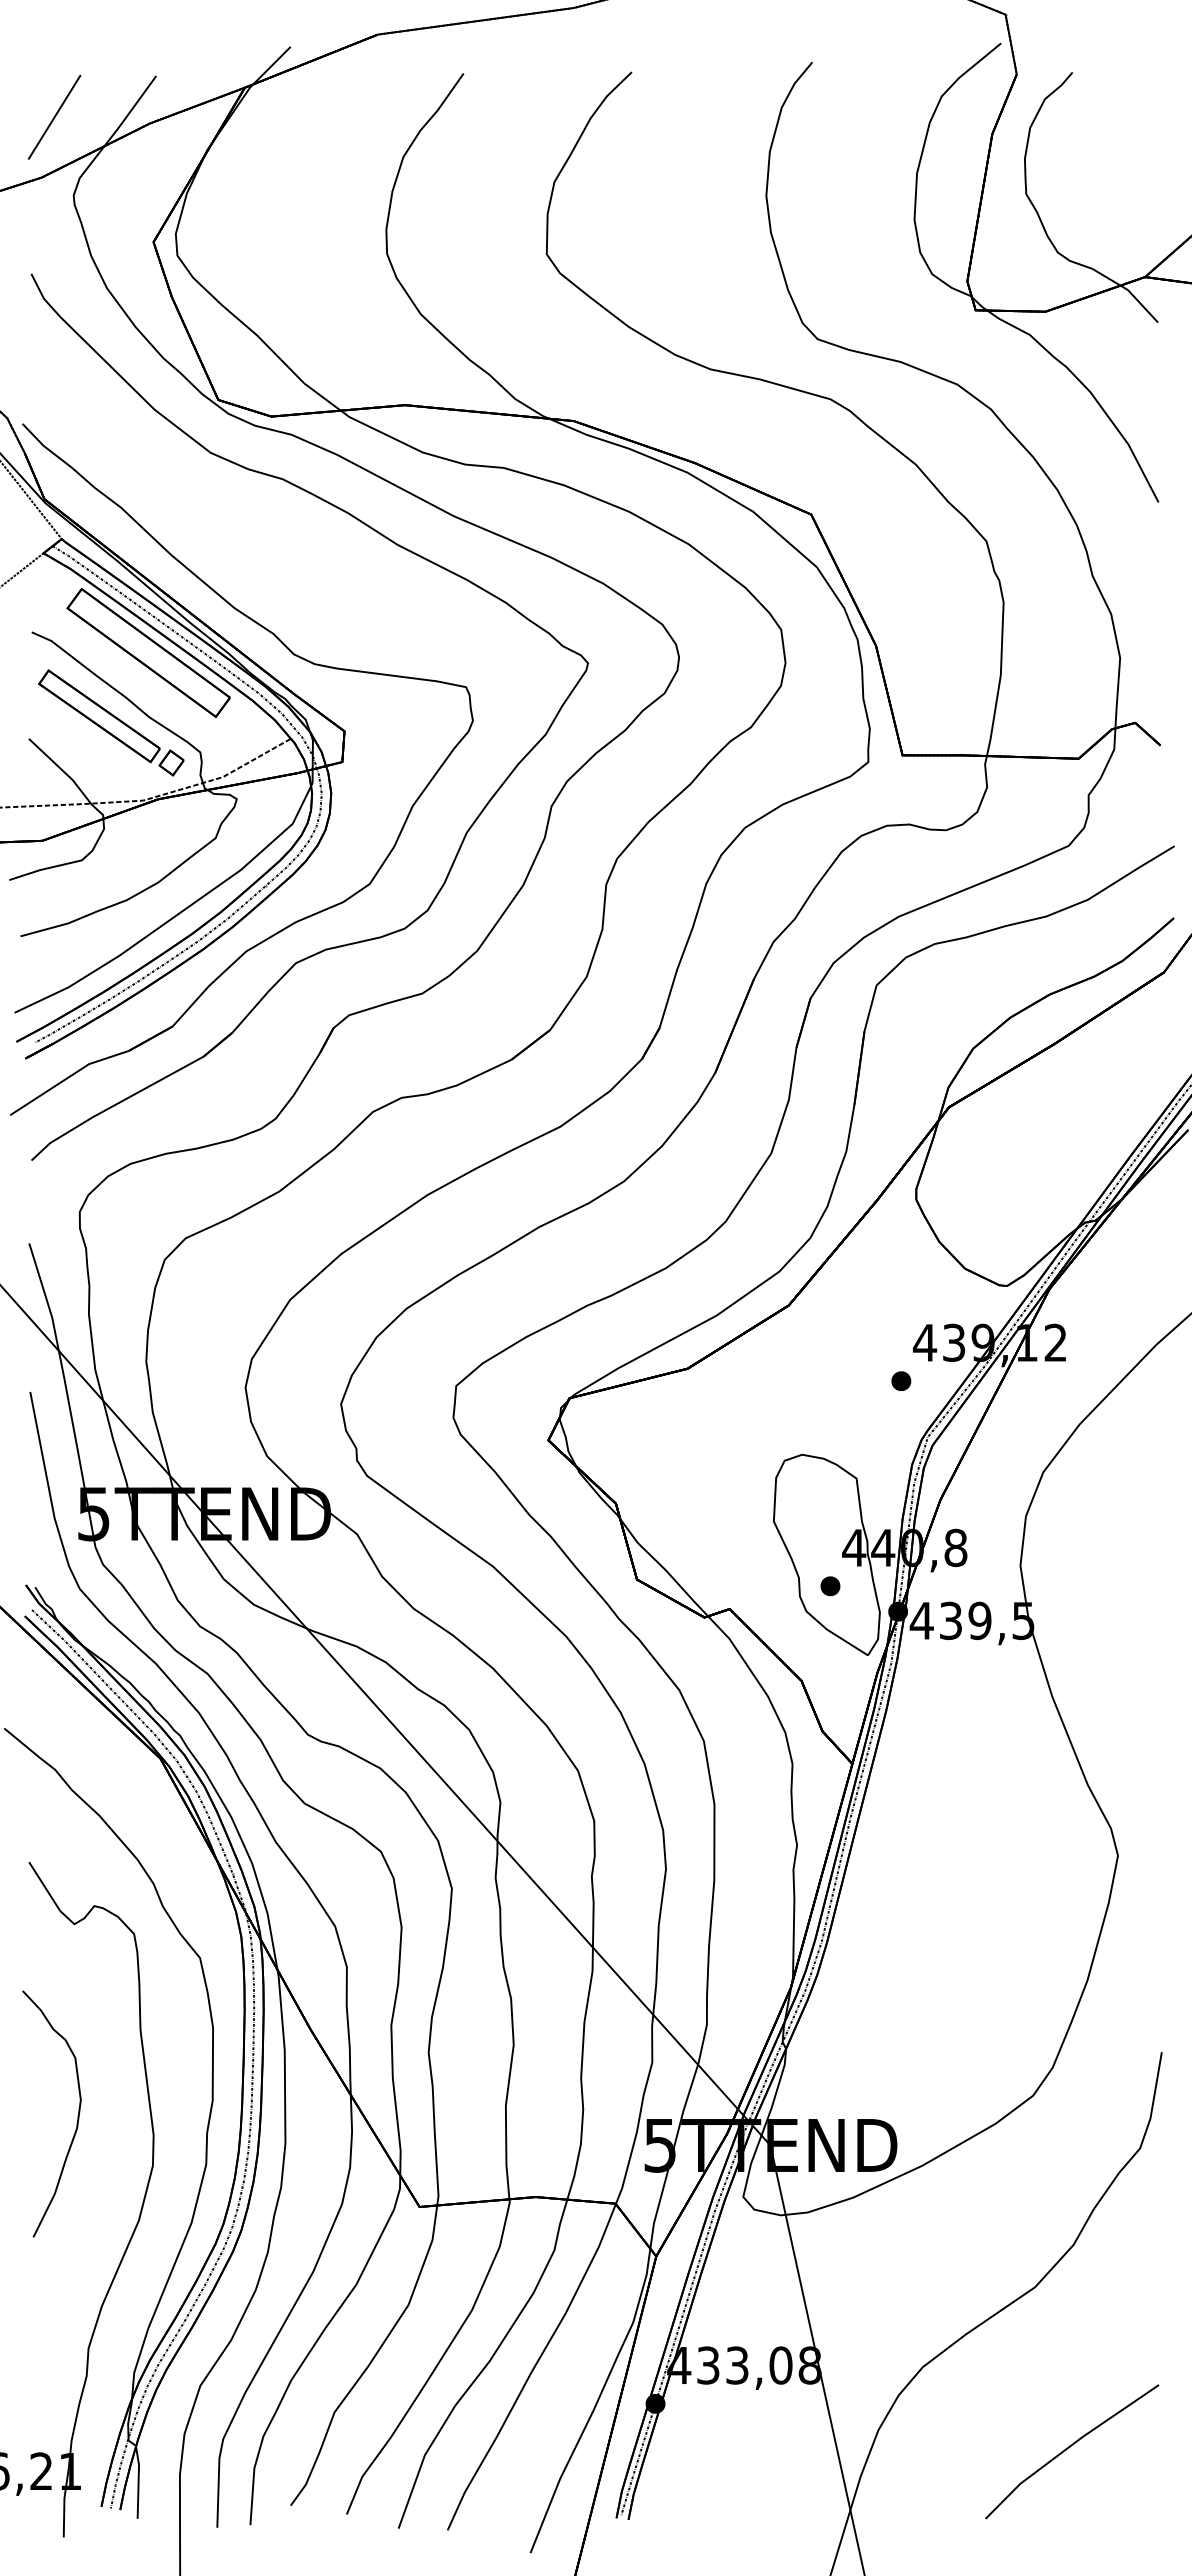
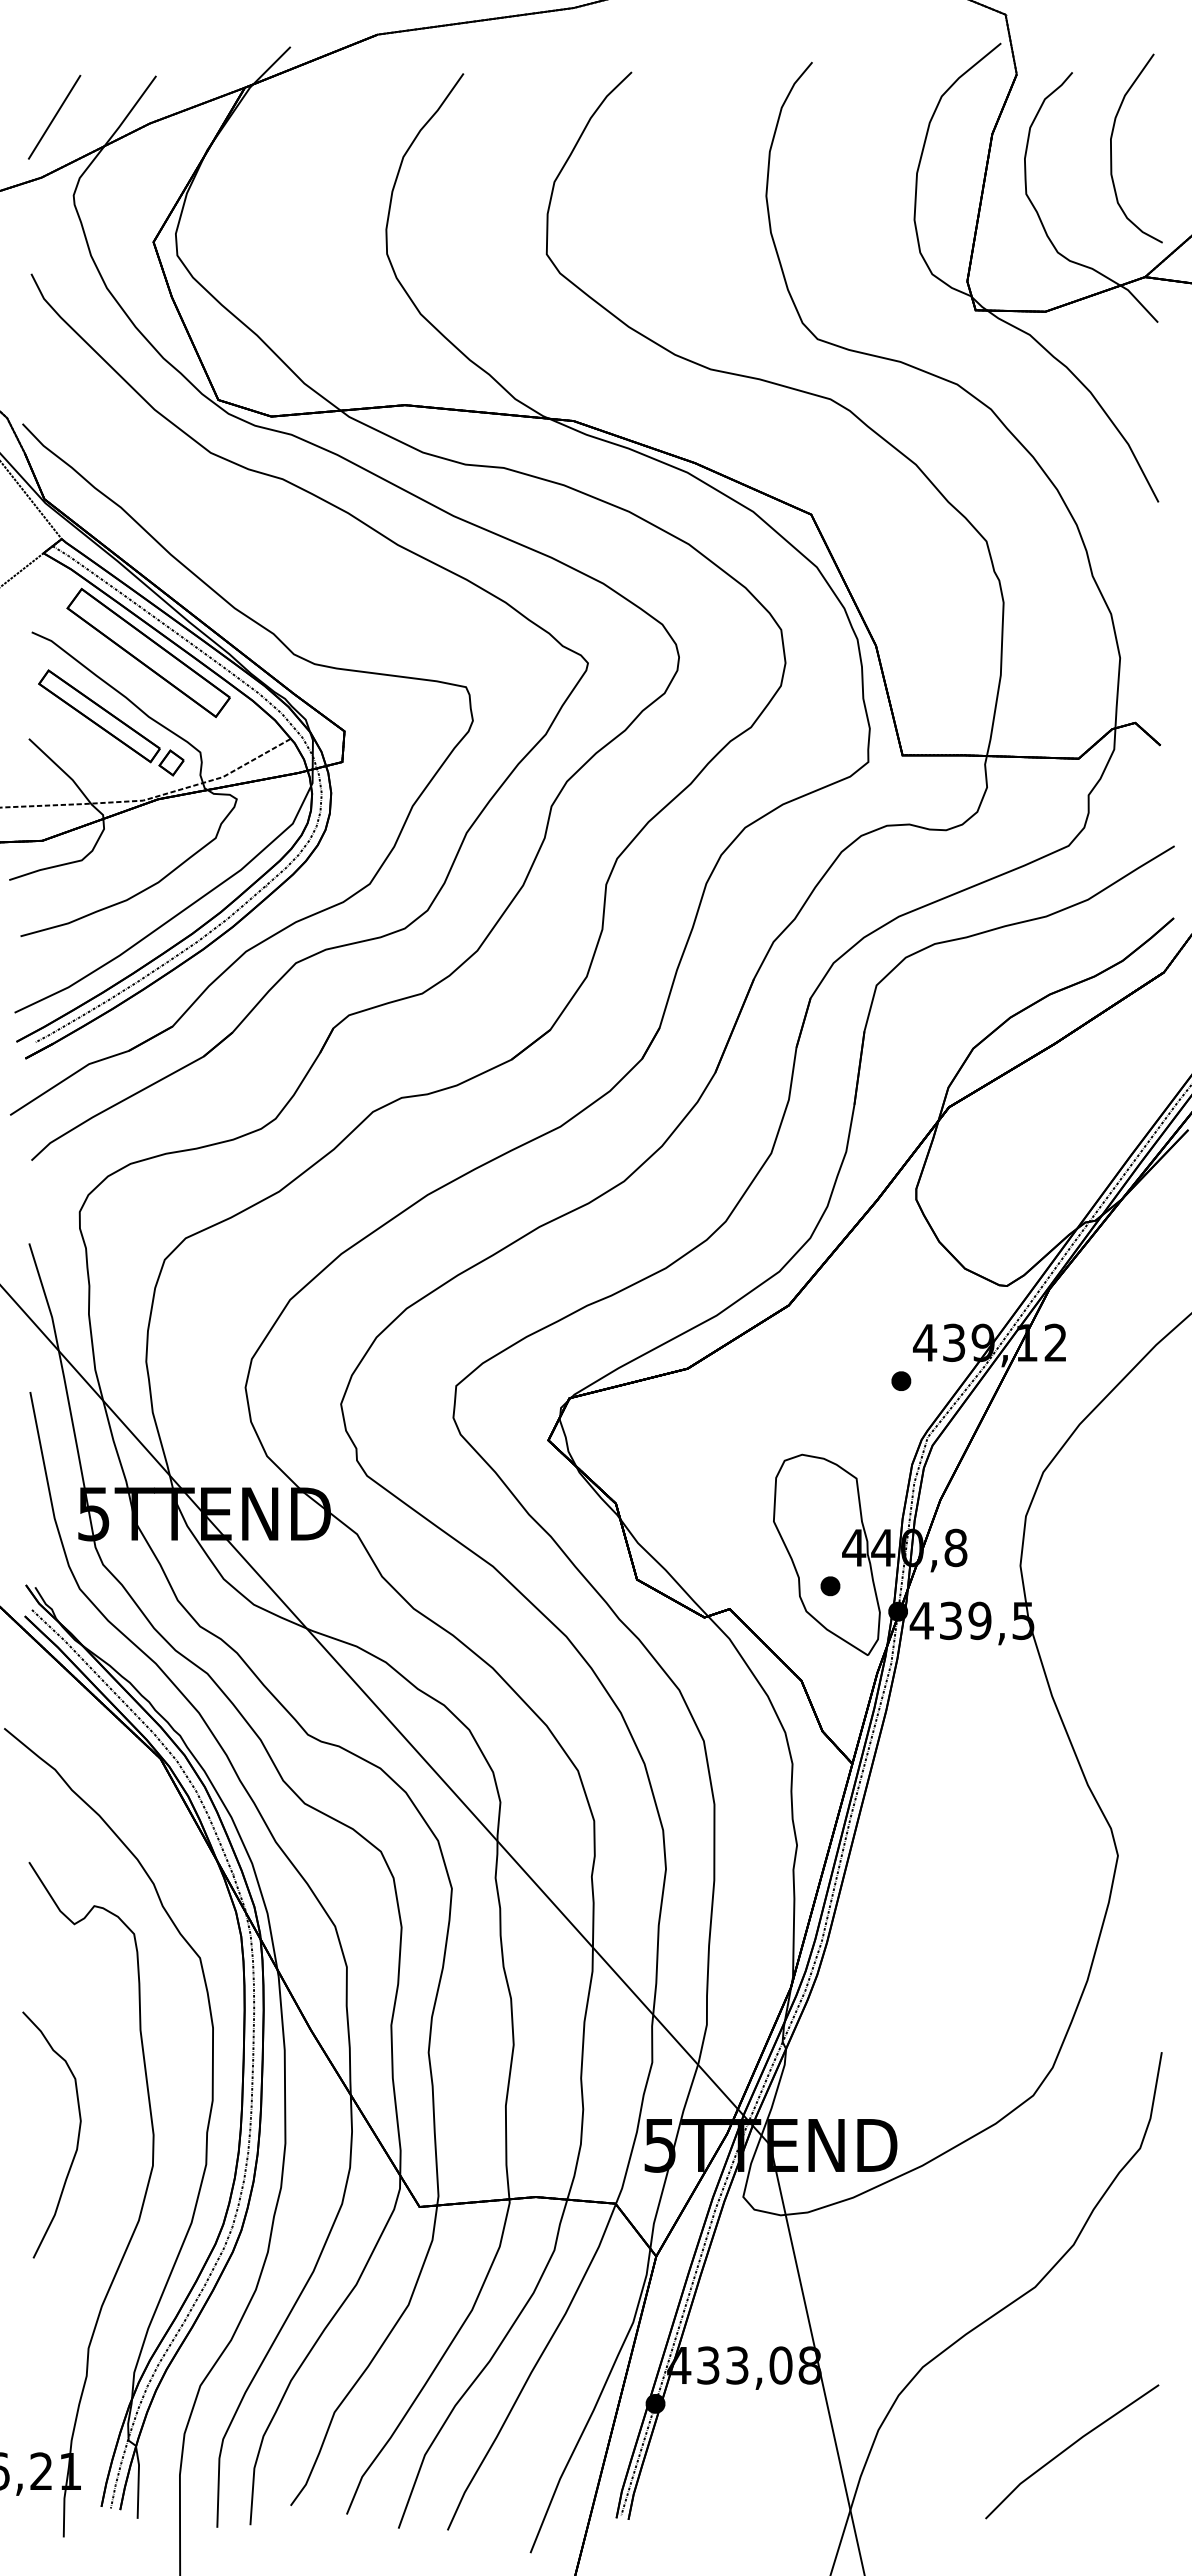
part at (1111, 148): none -> present
curve at (77, 2115) position: (77, 2115) -> (77, 2136)
